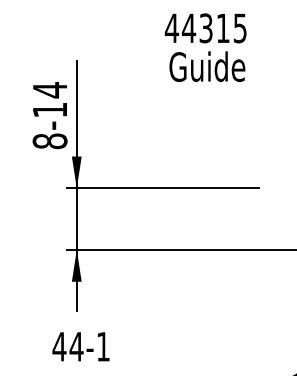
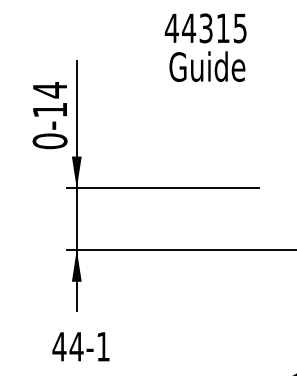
text at (50, 141): 8-14 -> 0-14
